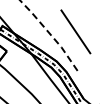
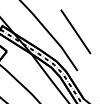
line at (50, 34): dashed -> solid
